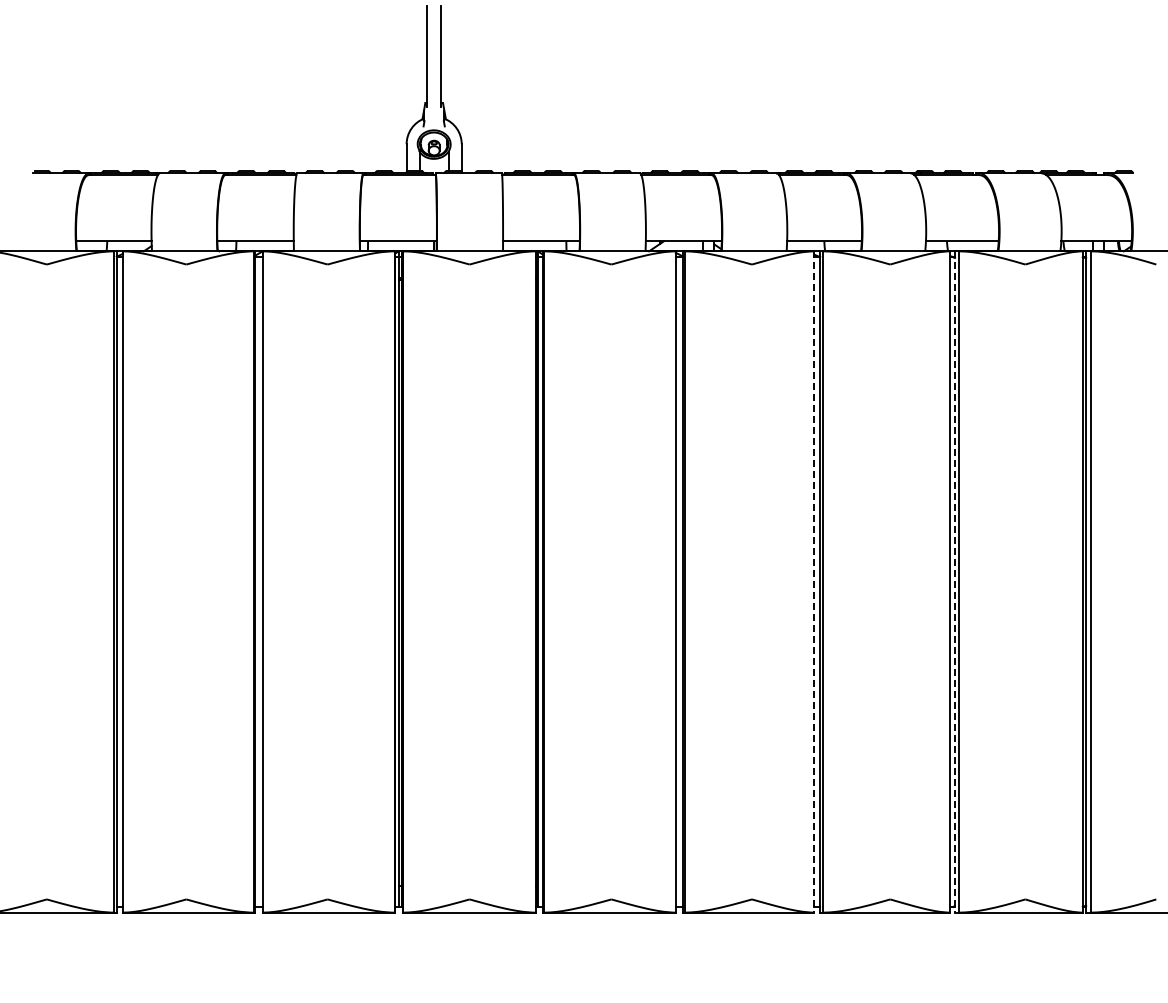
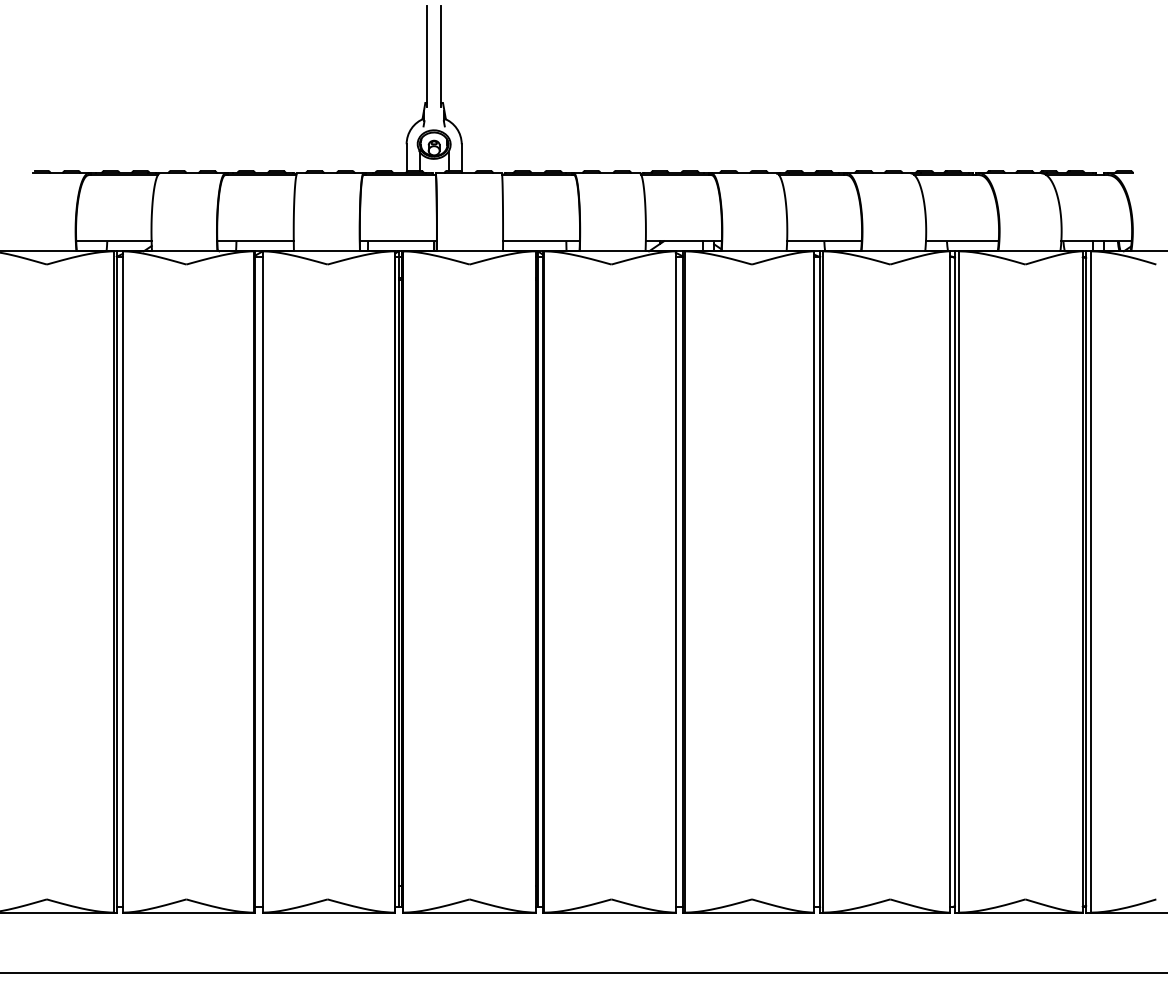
line at (814, 582): dashed -> solid
line at (954, 582): dashed -> solid
line at (583, 973): none -> present
